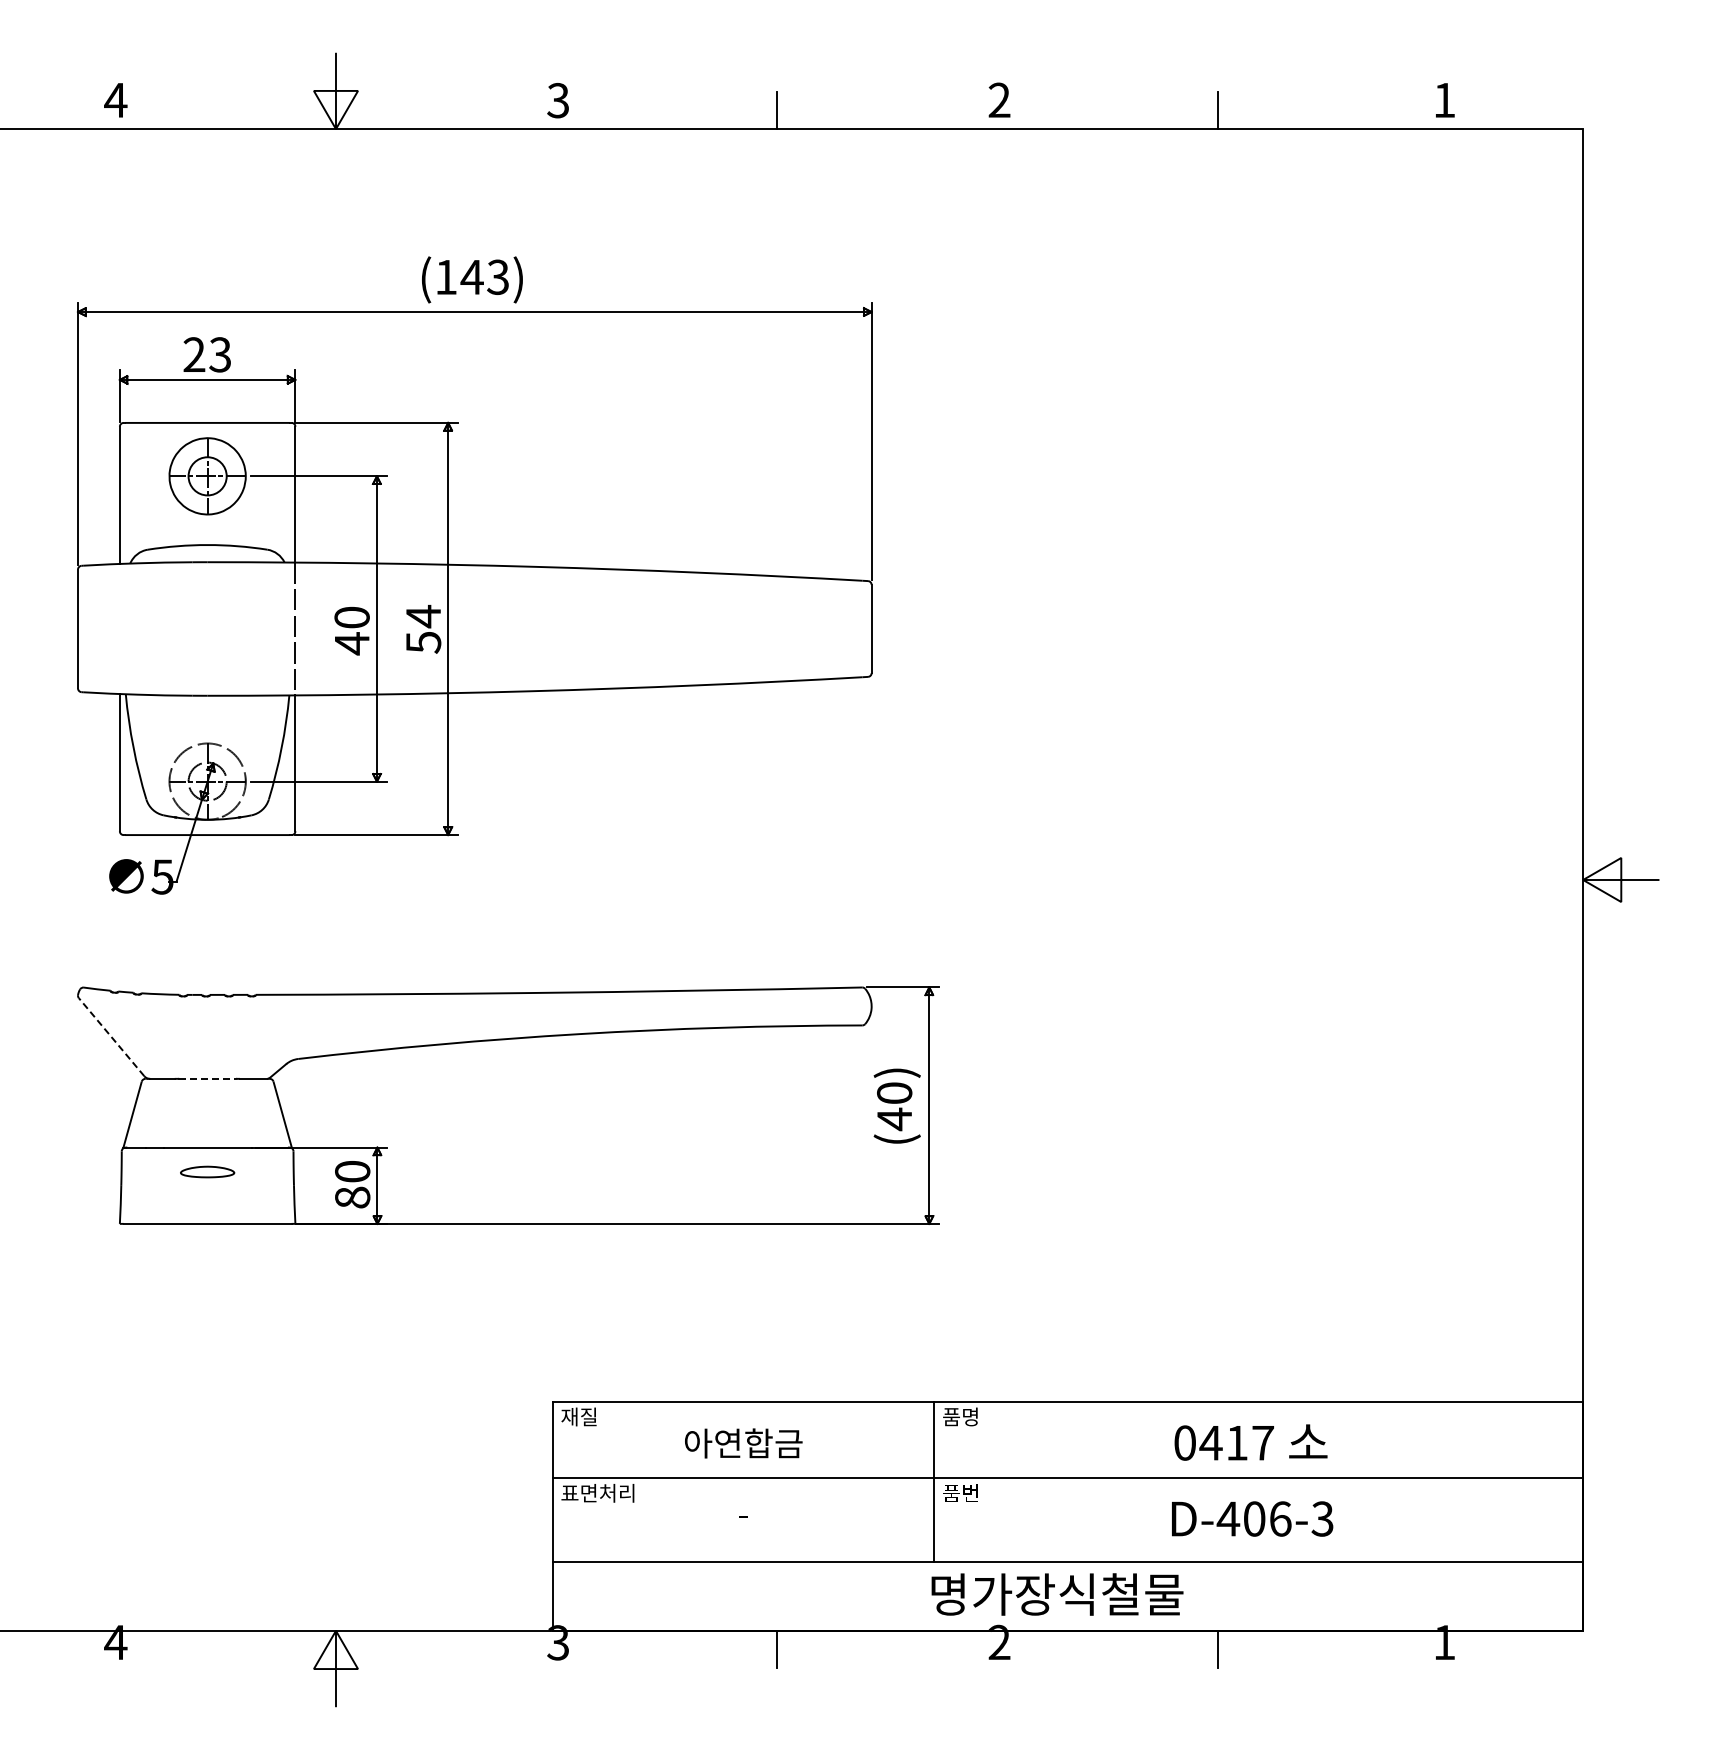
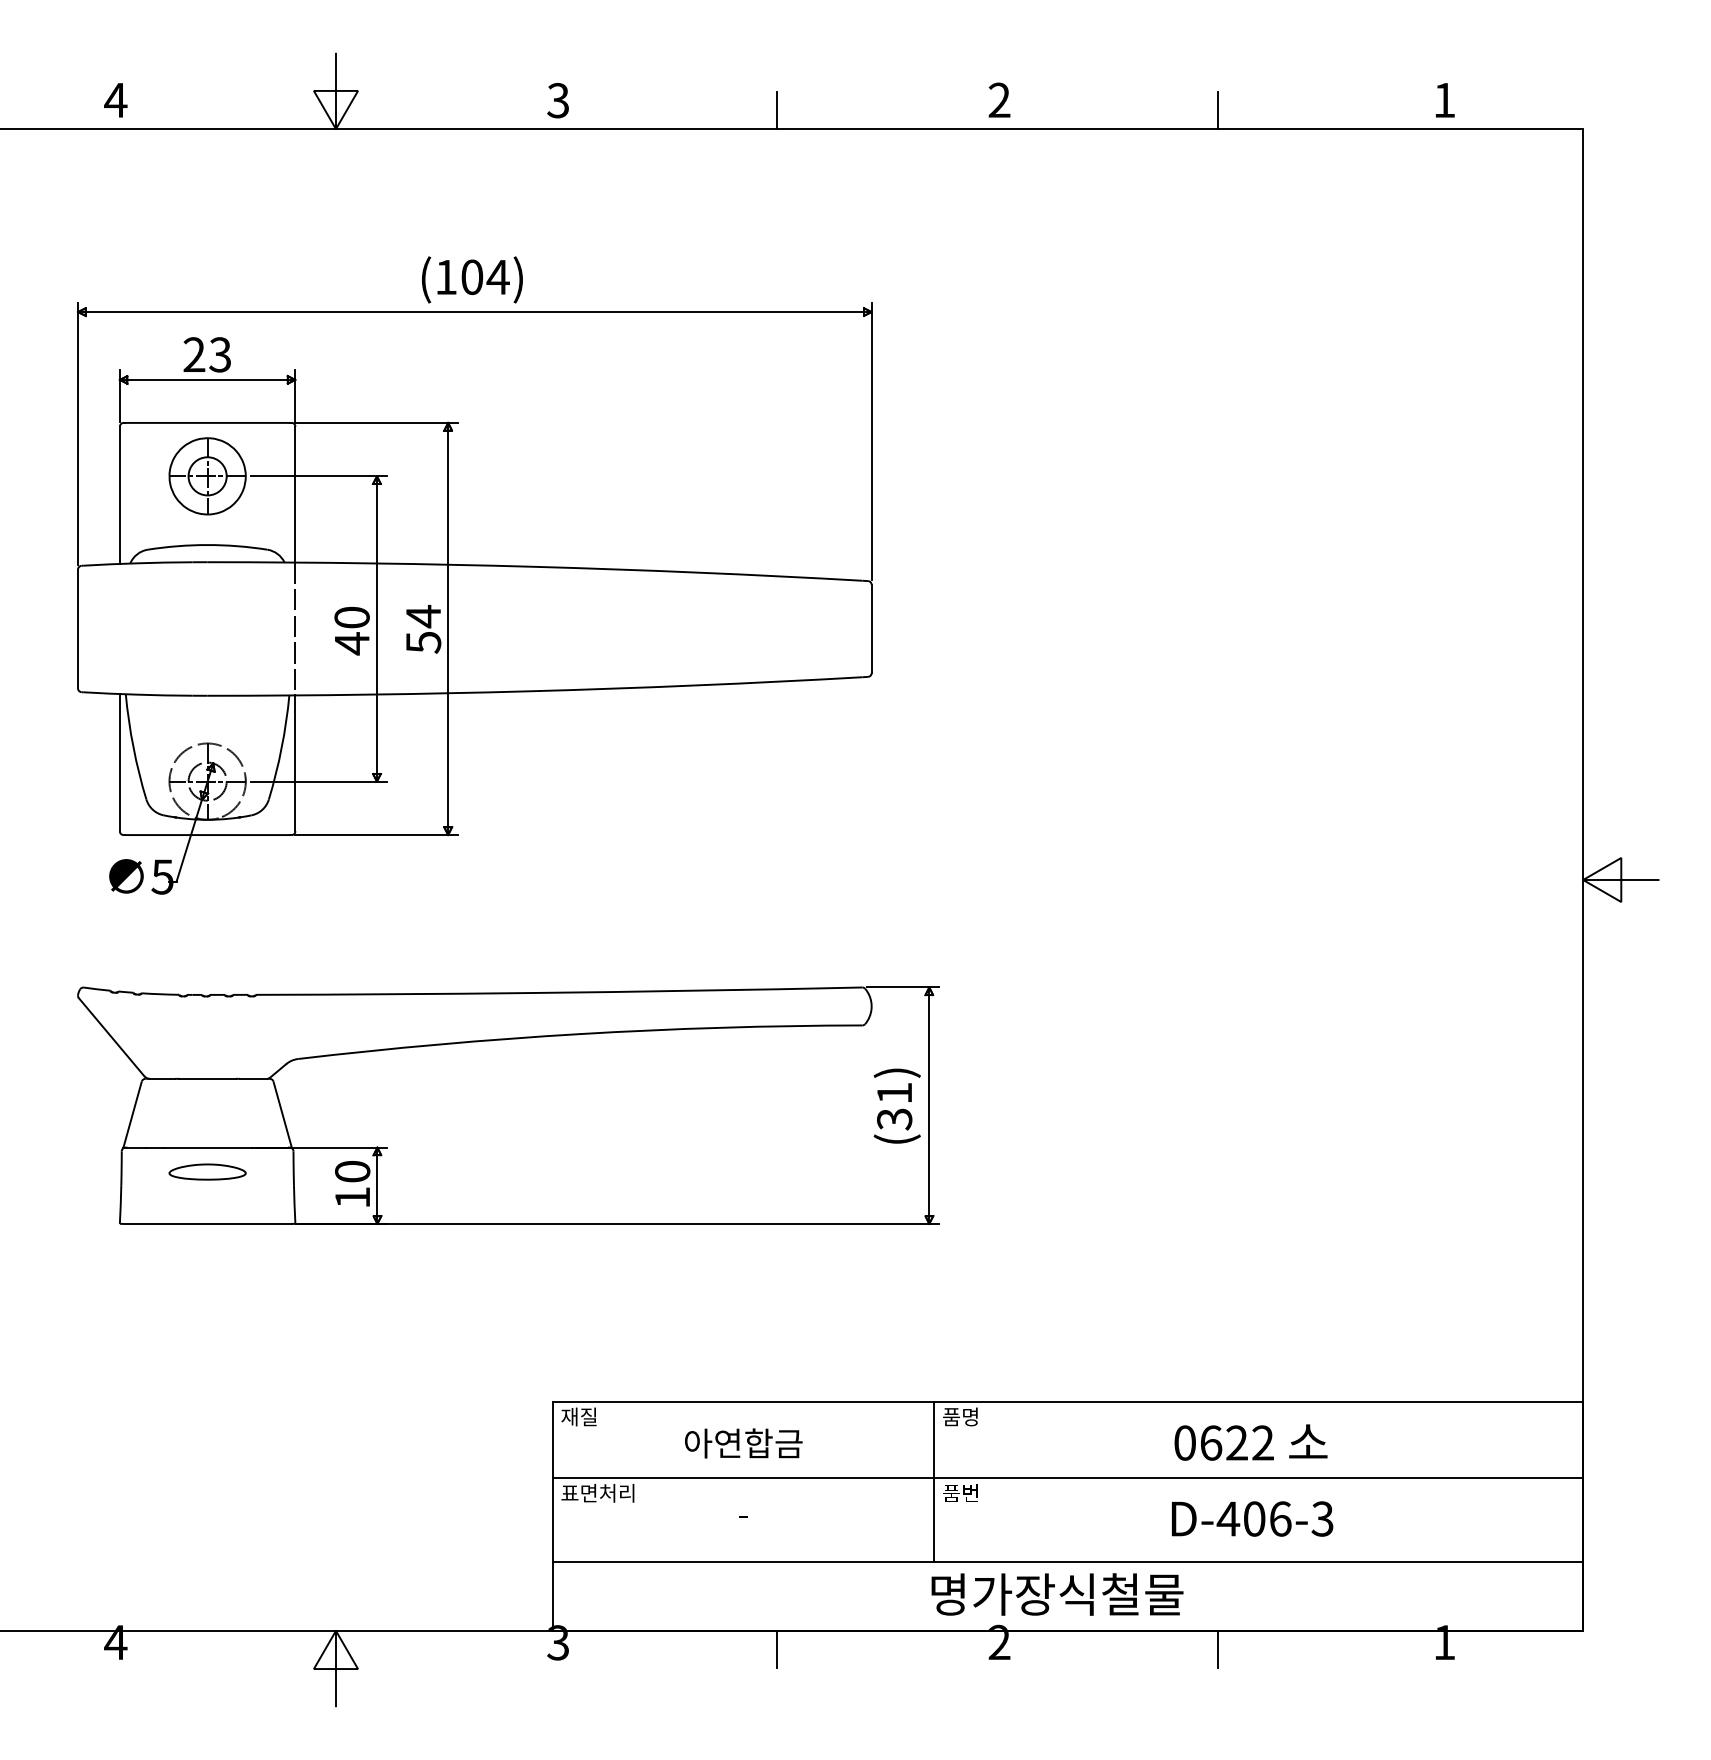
text at (484, 277): (143) -> (104)
line at (111, 1037): dashed -> solid
line at (208, 1078): dashed -> solid
text at (894, 1106): (40) -> (31)
part at (207, 1171) size: 56x14 px -> 79x18 px
text at (352, 1197): 80 -> 10
text at (1236, 1442): 0417 -> 0622
